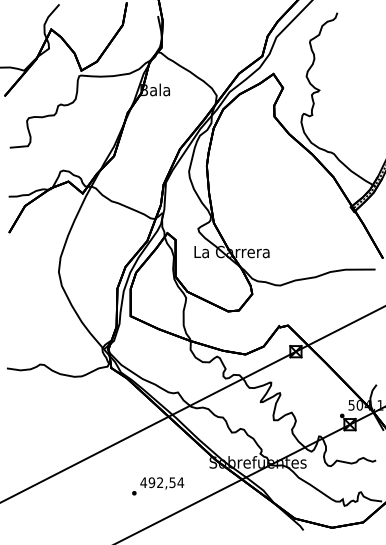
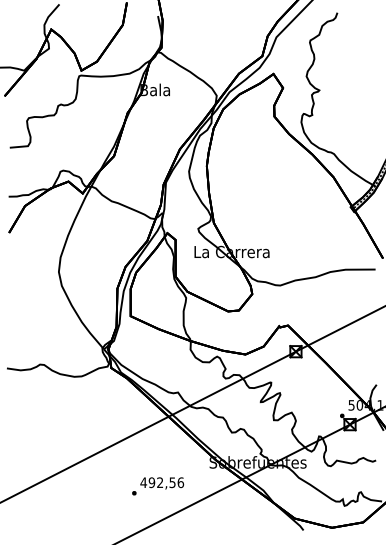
text at (180, 482): 492,54 -> 492,56
